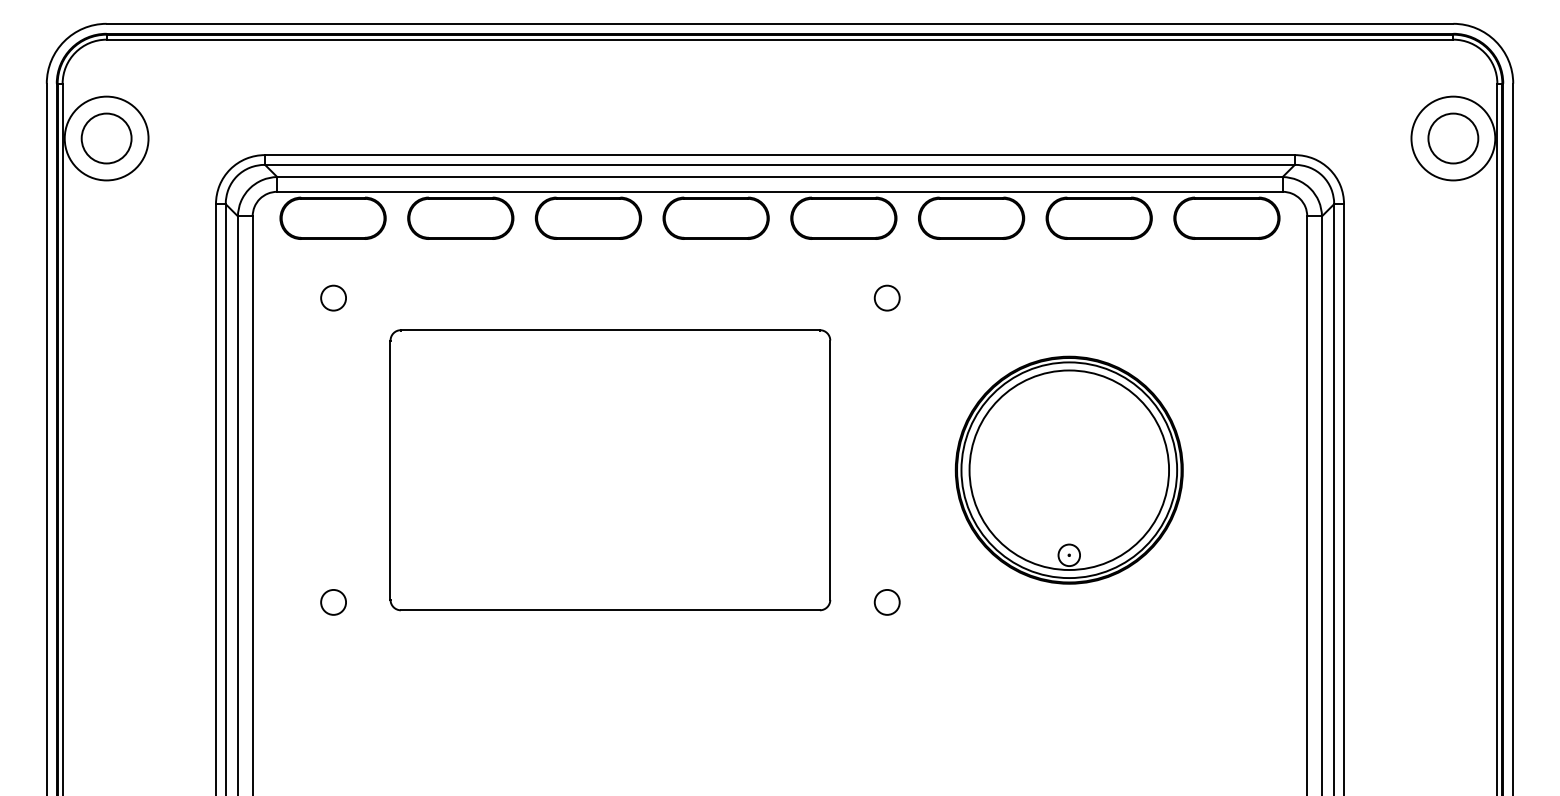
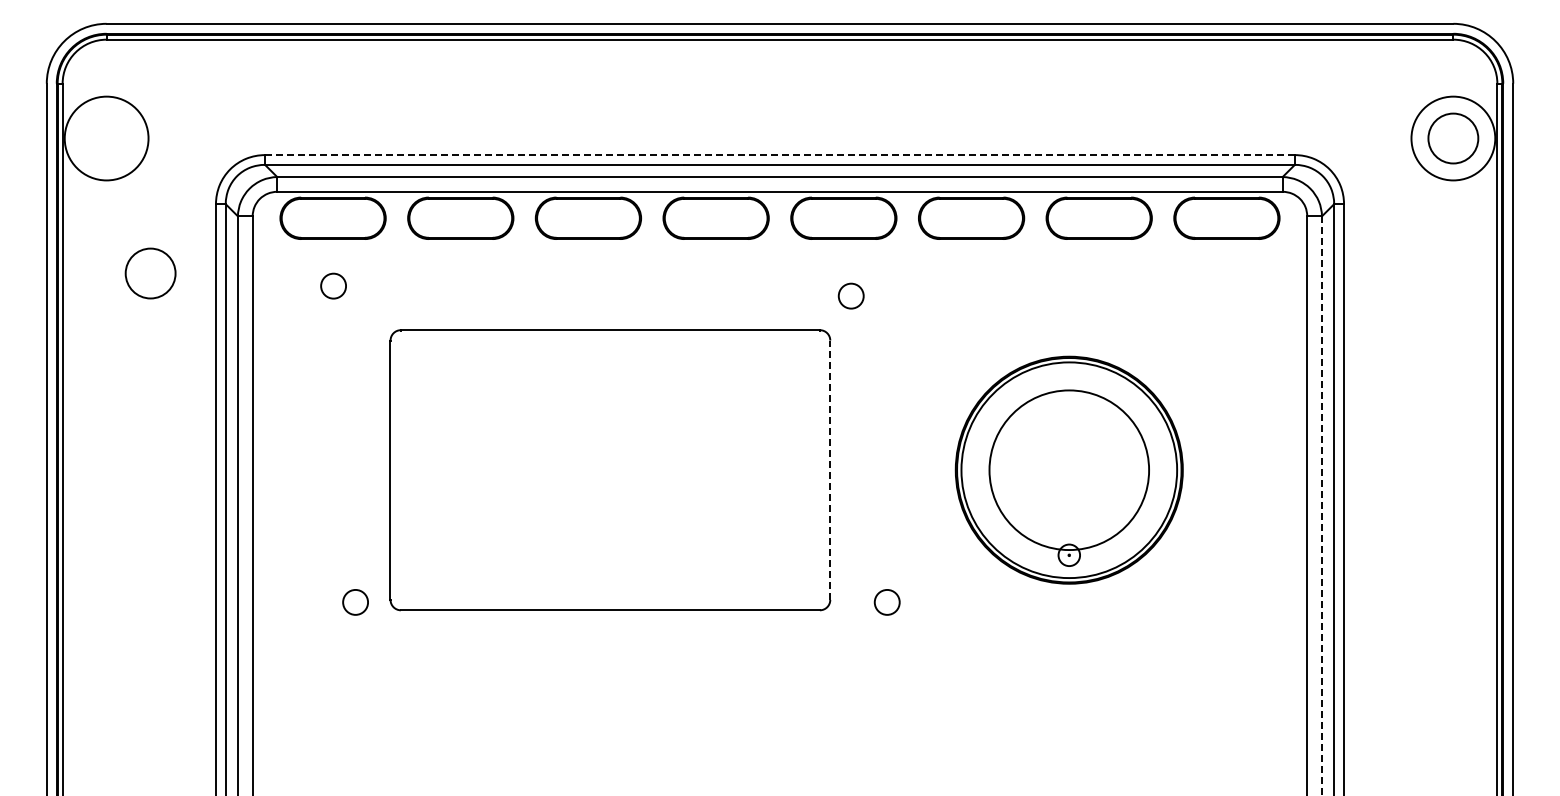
circle at (106, 138) position: (106, 138) -> (150, 273)
line at (779, 155): solid -> dashed
circle at (333, 297) position: (333, 297) -> (333, 285)
circle at (886, 297) position: (886, 297) -> (850, 295)
line at (830, 470): solid -> dashed
circle at (1069, 470) diameter: 200 px -> 160 px
line at (1321, 506): solid -> dashed
circle at (333, 602) position: (333, 602) -> (355, 602)
